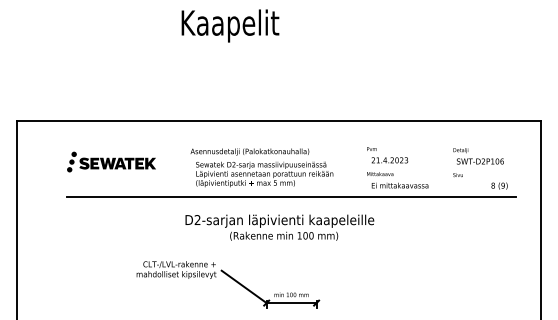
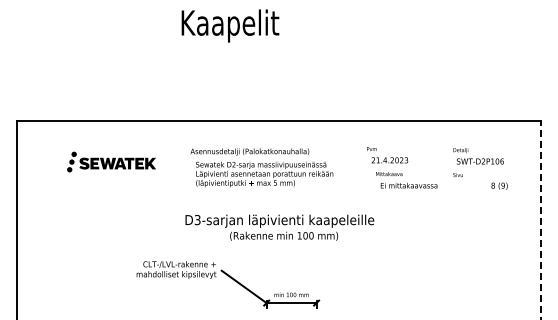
text at (397, 180) position: (397, 180) -> (406, 180)
line at (291, 197): present -> none
text at (197, 220): D2-sarjan -> D3-sarjan
line at (541, 220): solid -> dashed
